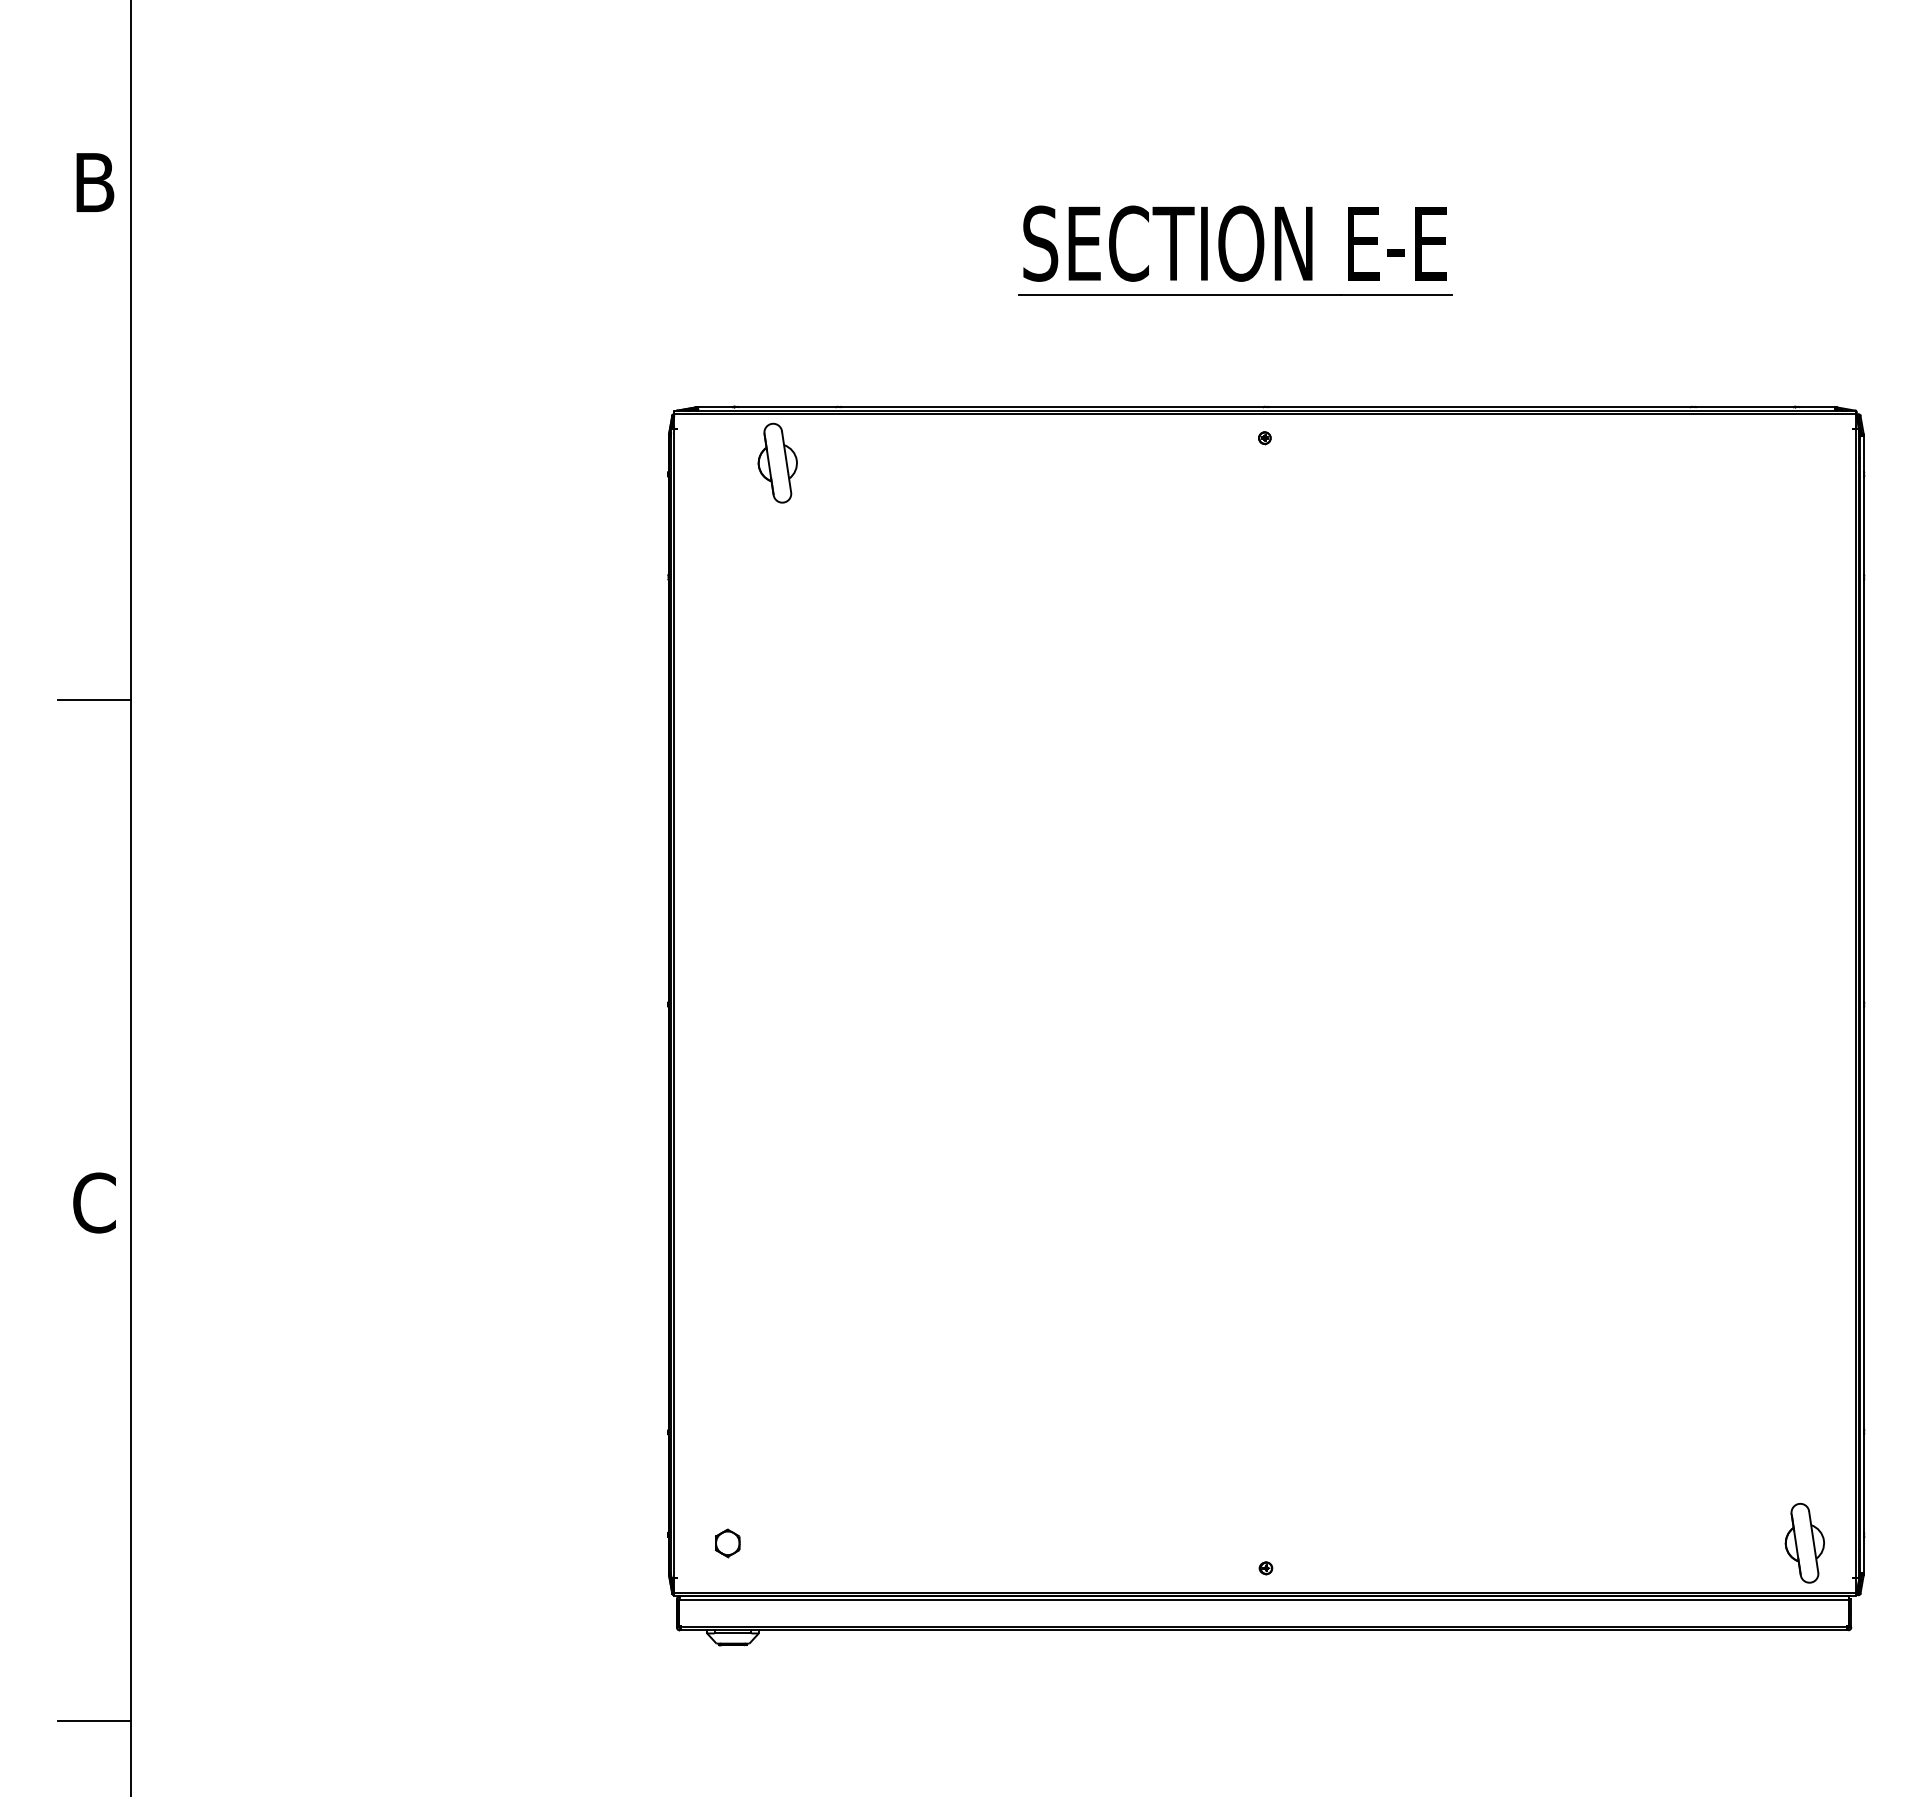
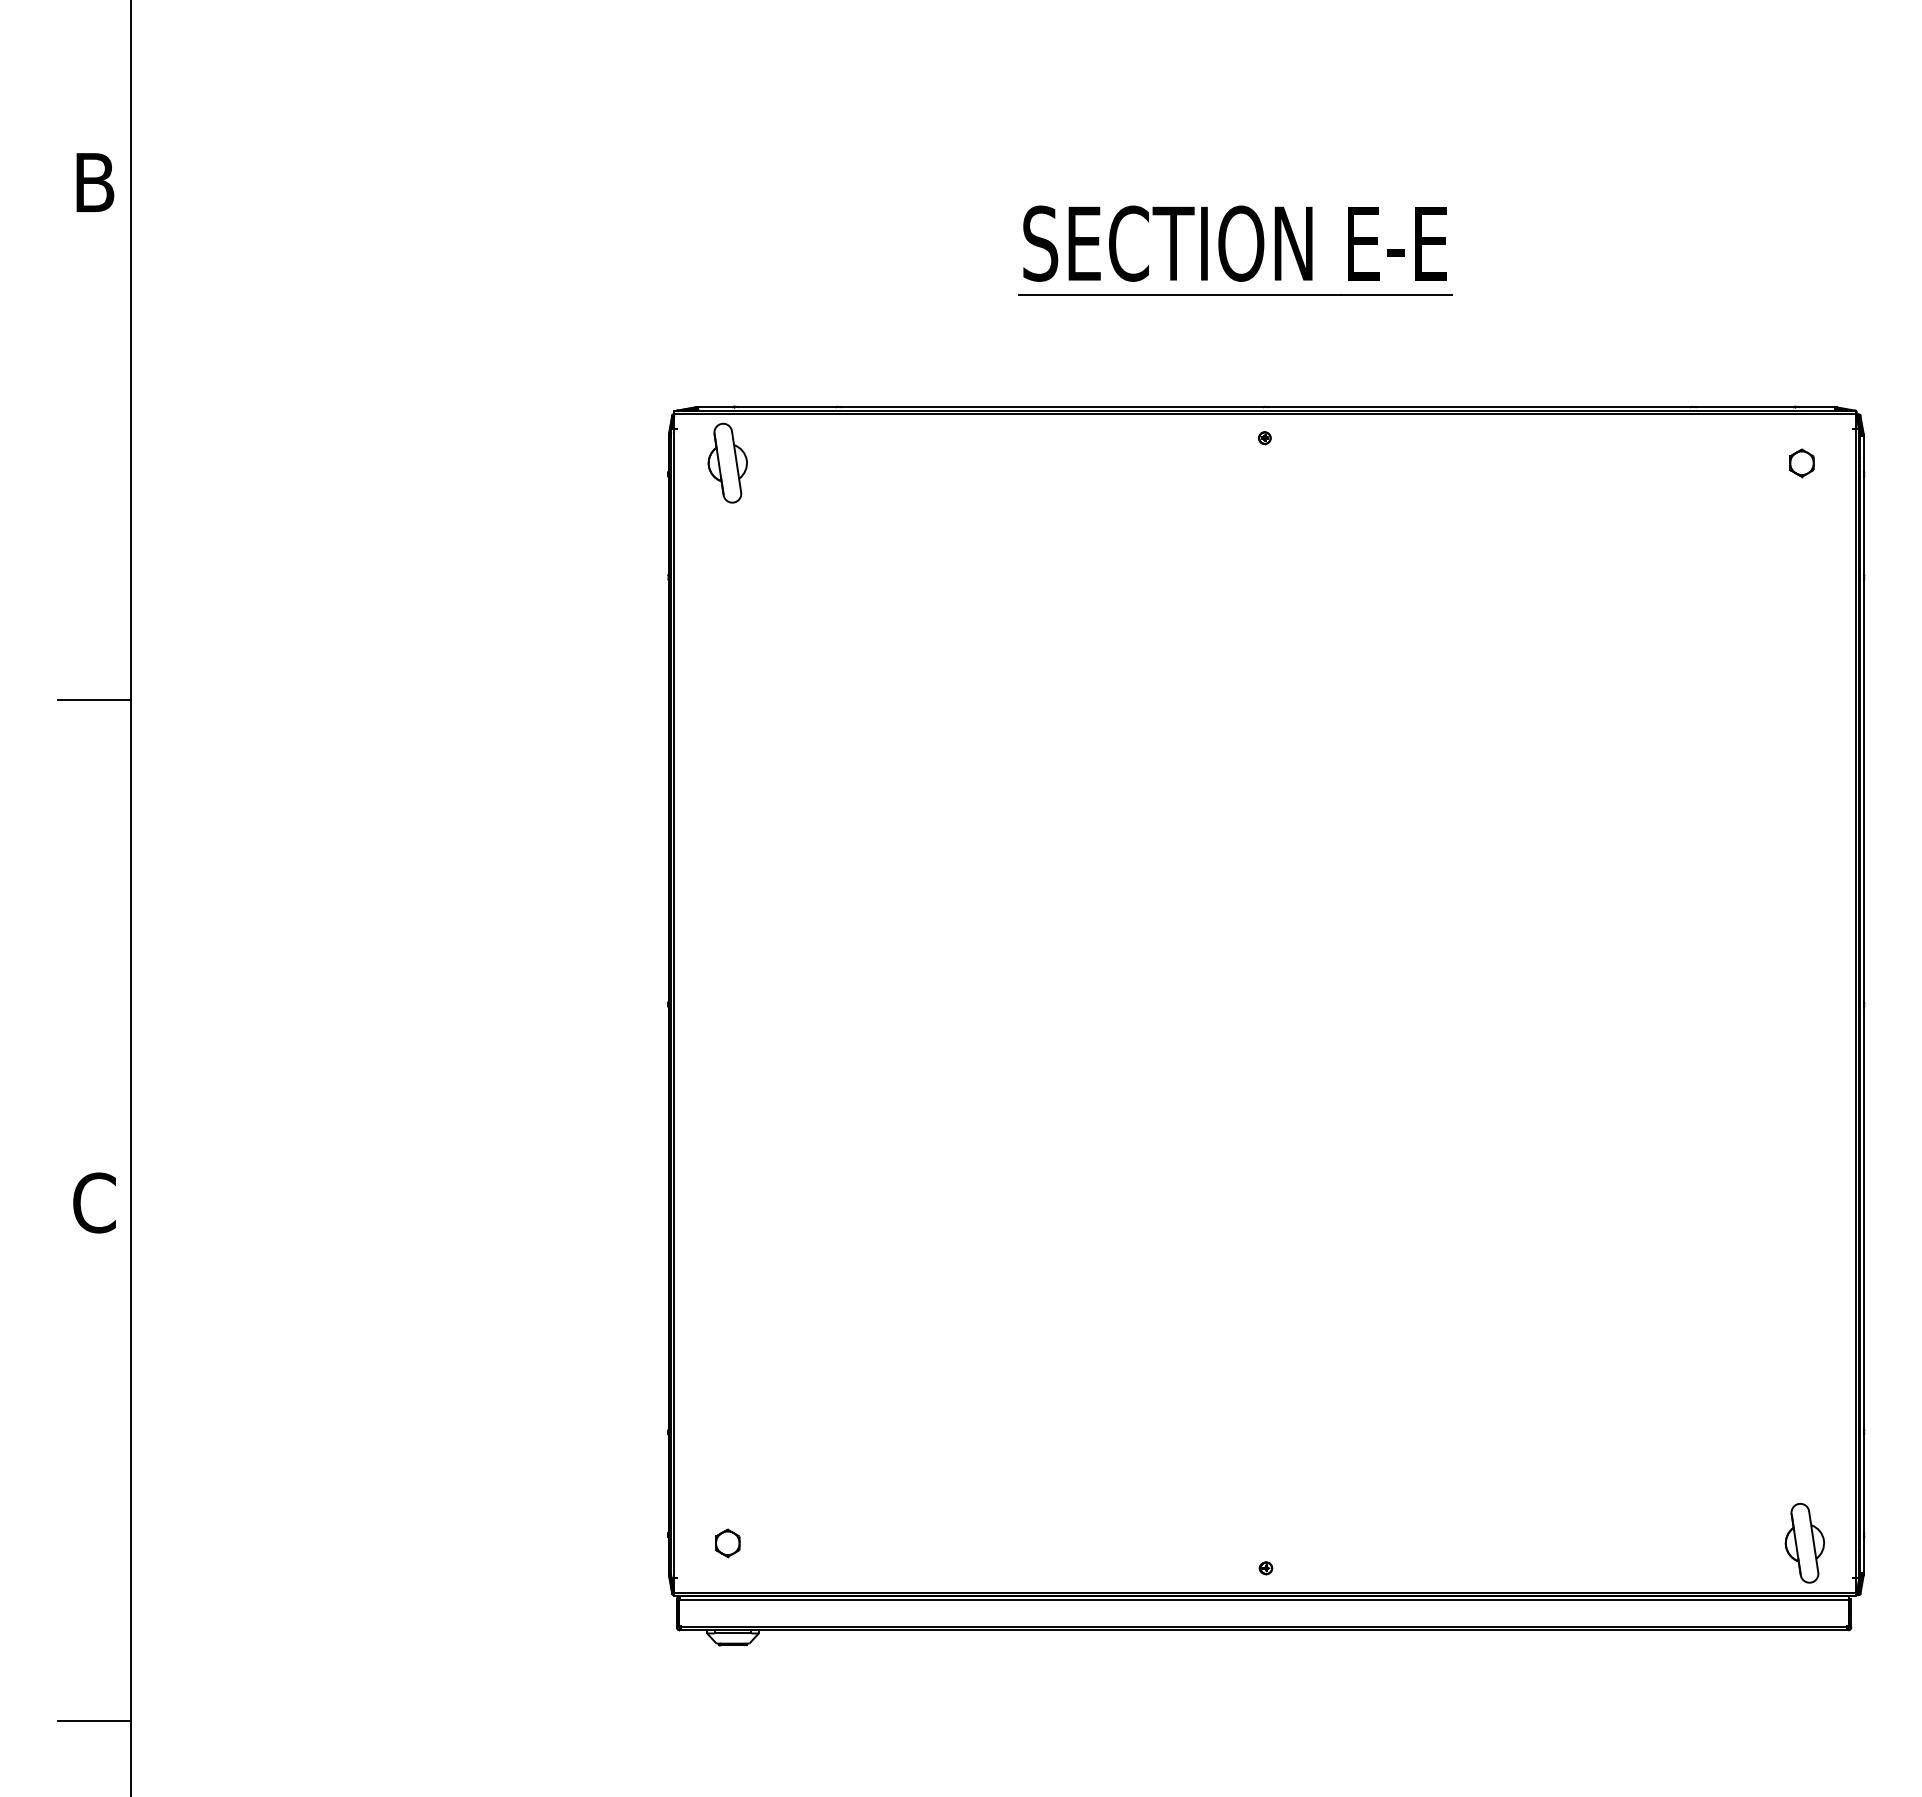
part at (777, 462) position: (777, 462) -> (727, 462)
part at (1801, 463): none -> present
